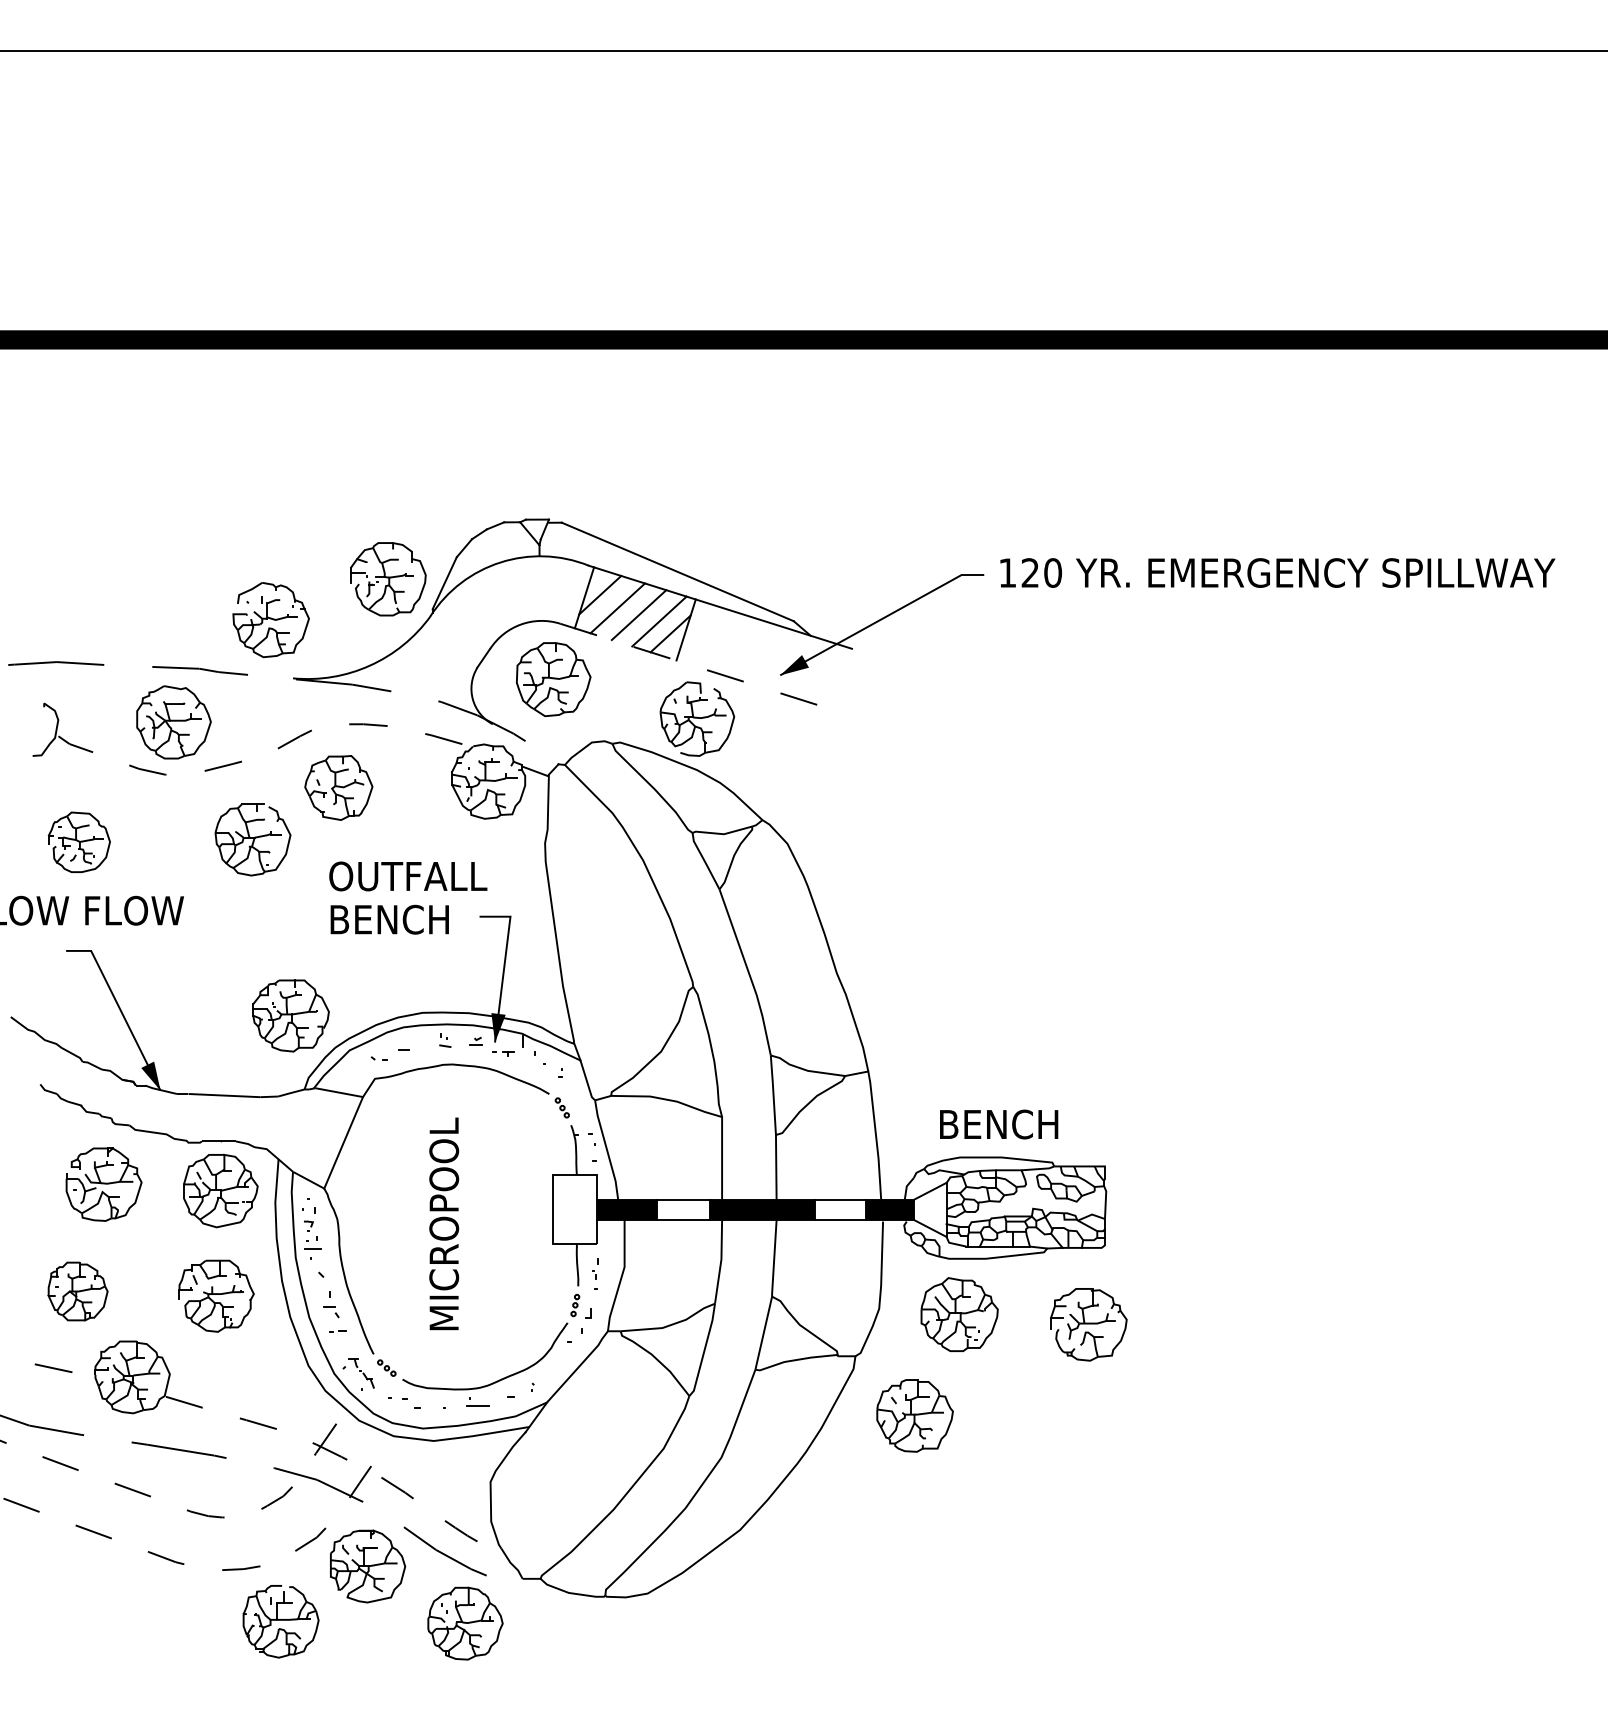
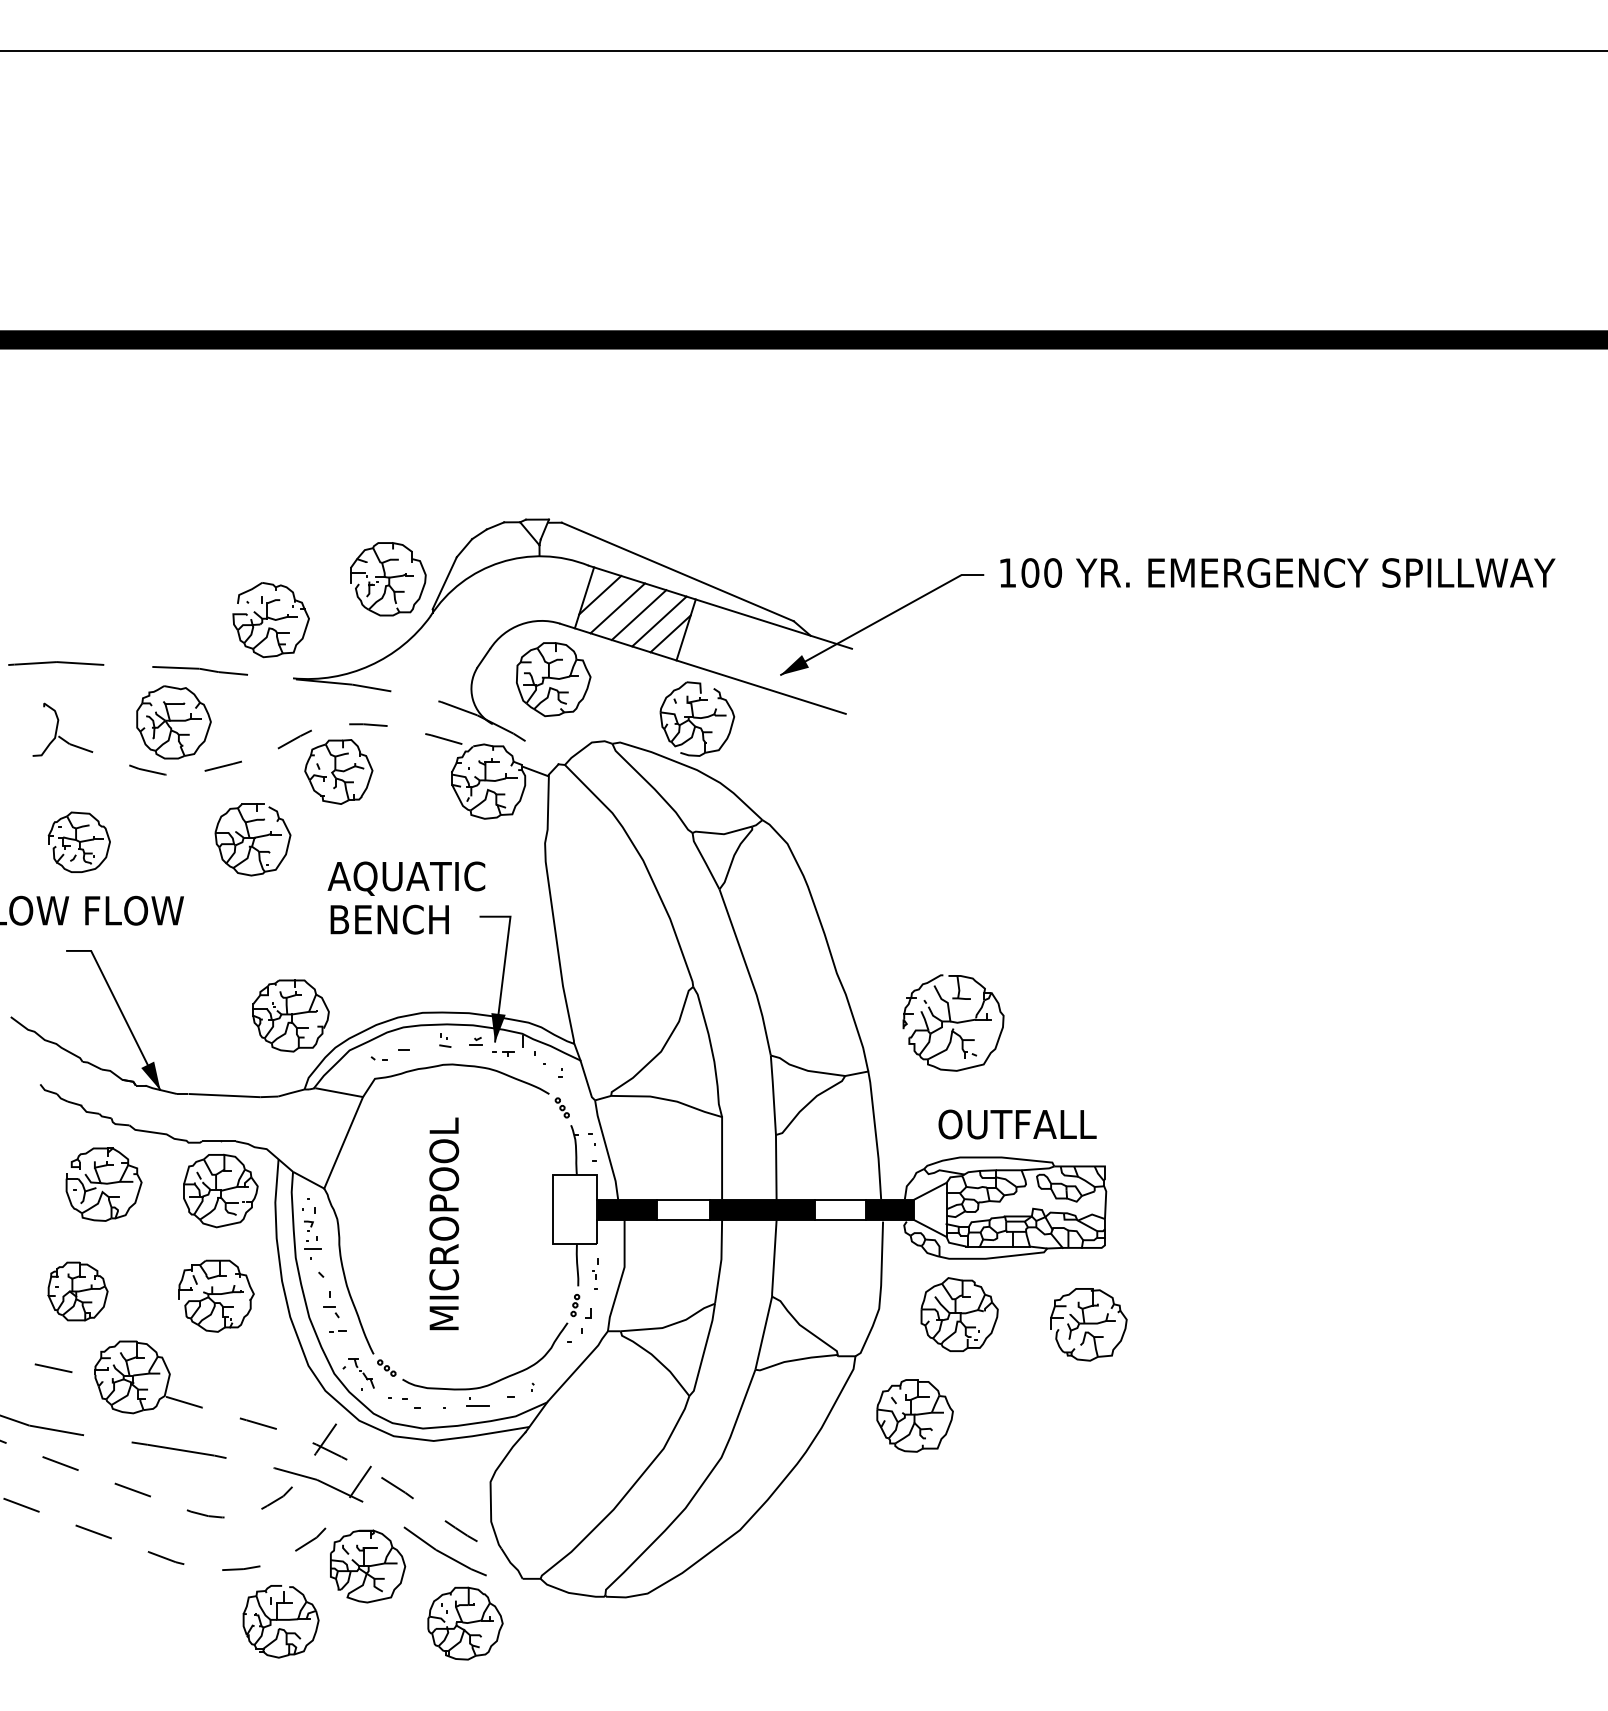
text at (1030, 572): 120 -> 100
line at (703, 668): dashed -> solid
part at (338, 787) position: (338, 787) -> (338, 771)
text at (407, 878): OUTFALL -> AQUATIC
part at (953, 1022): none -> present
text at (1017, 1124): BENCH -> OUTFALL
